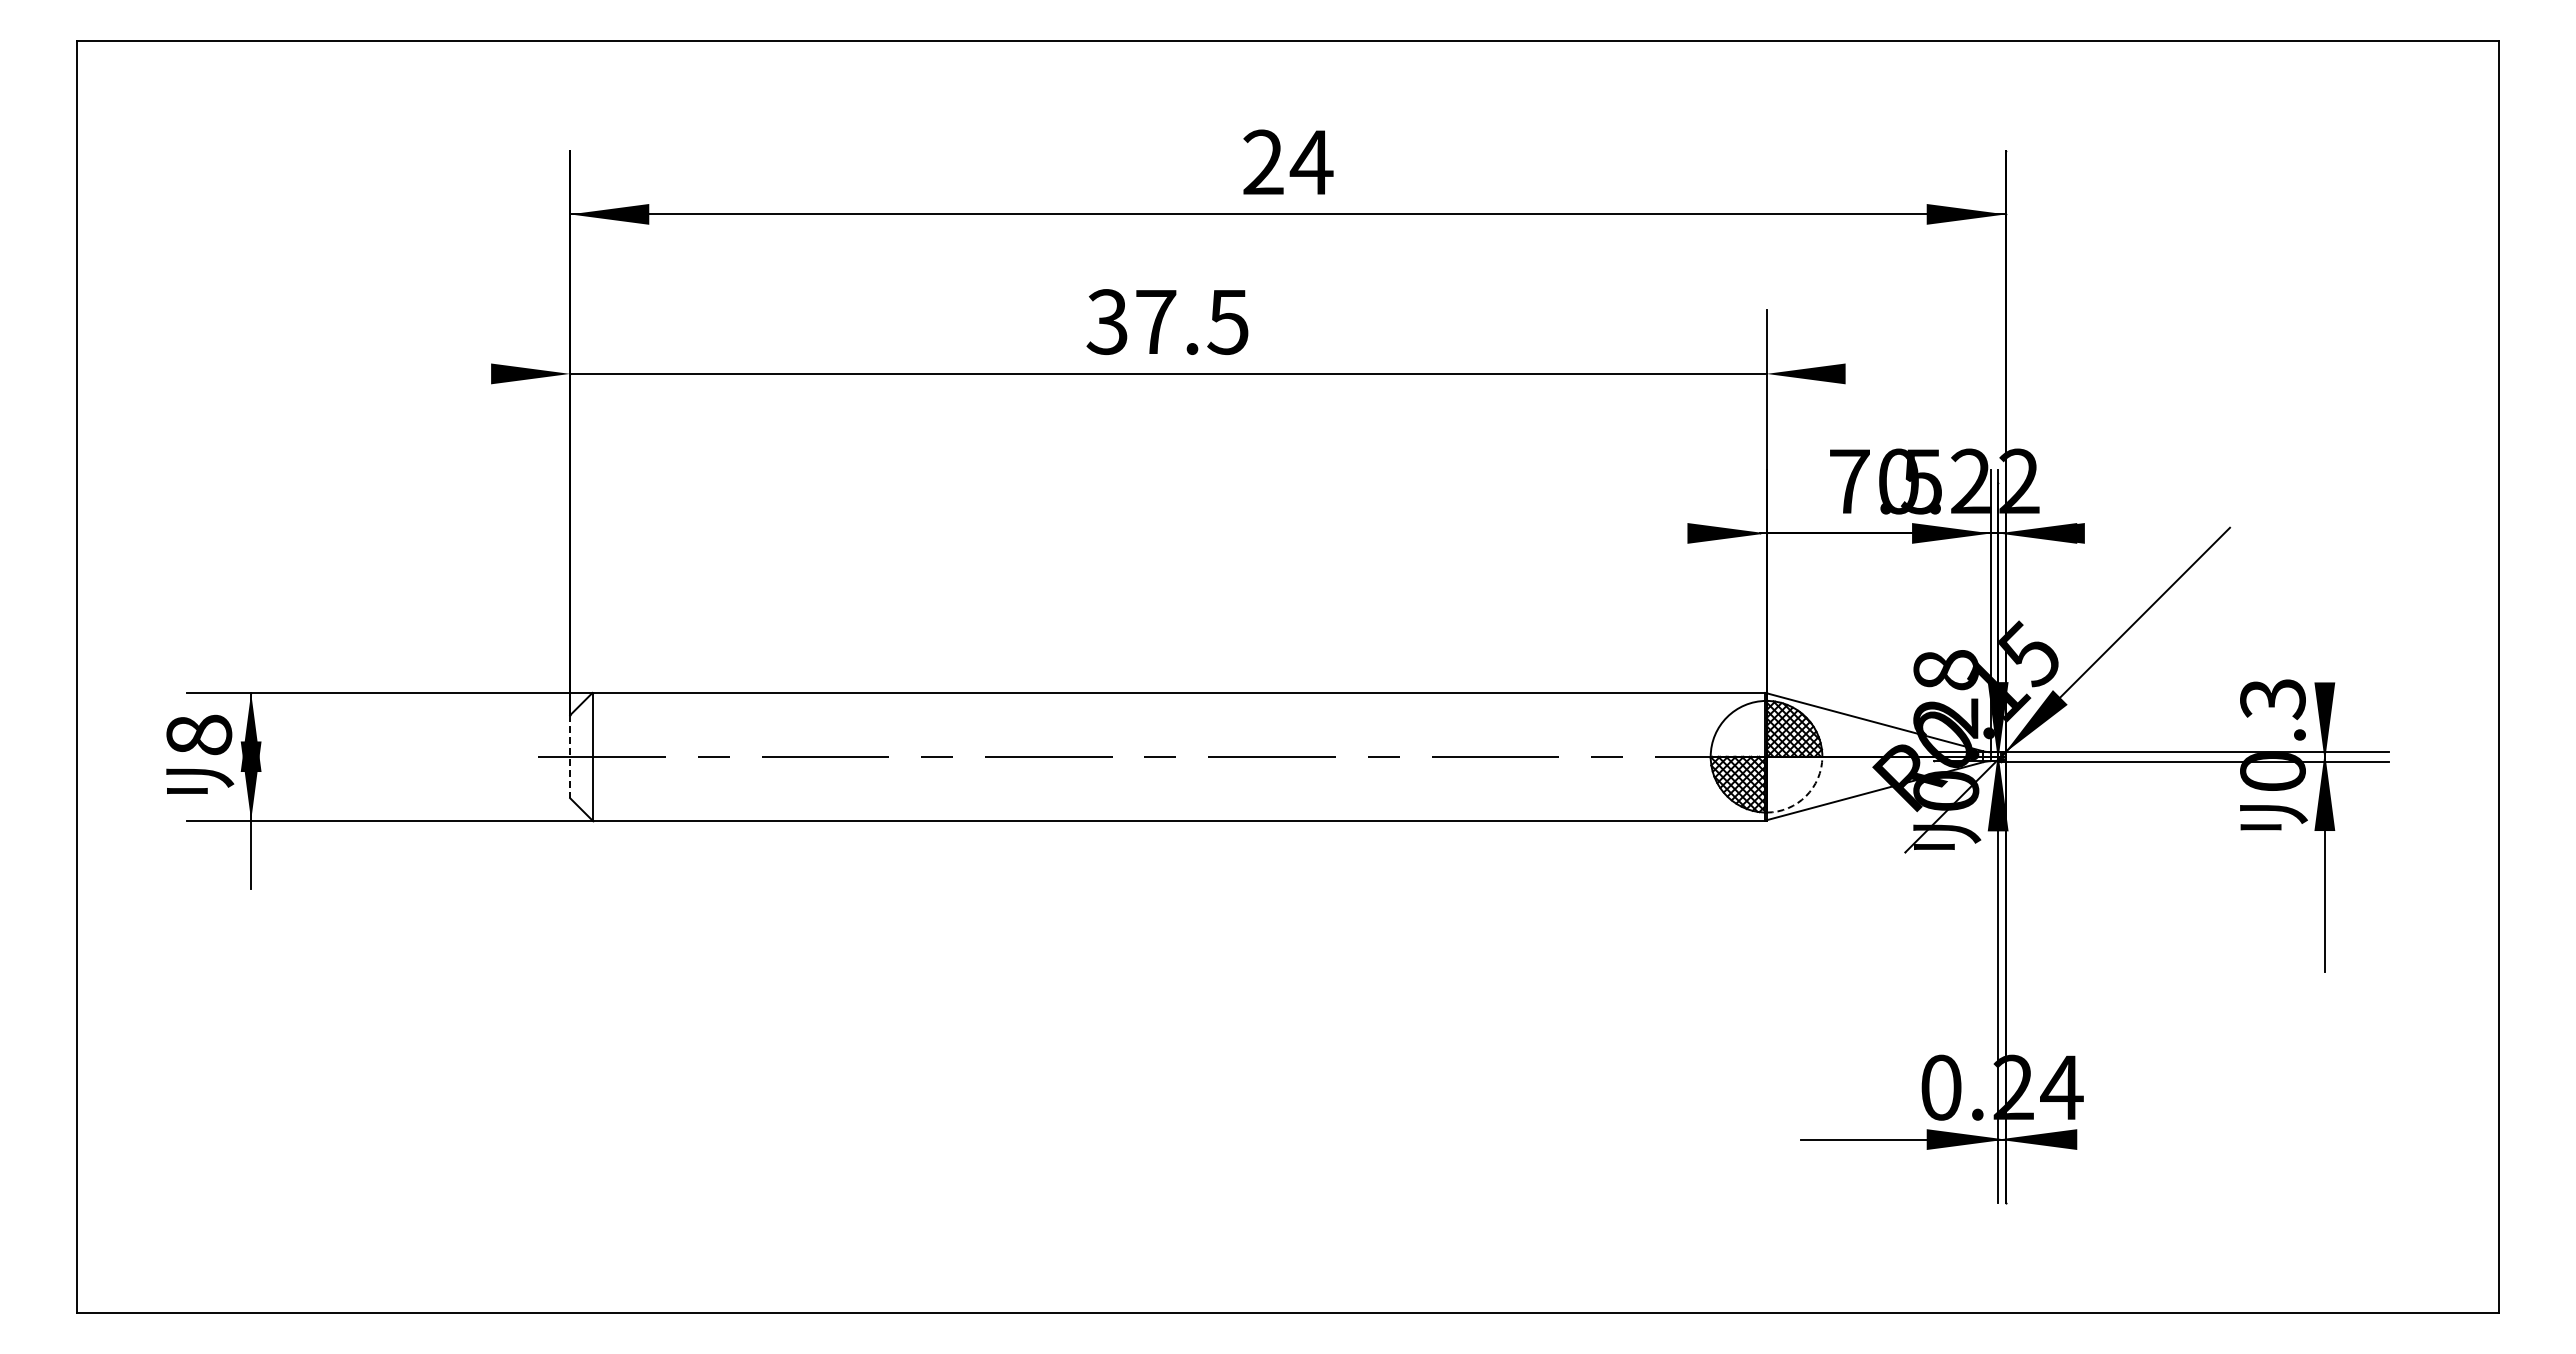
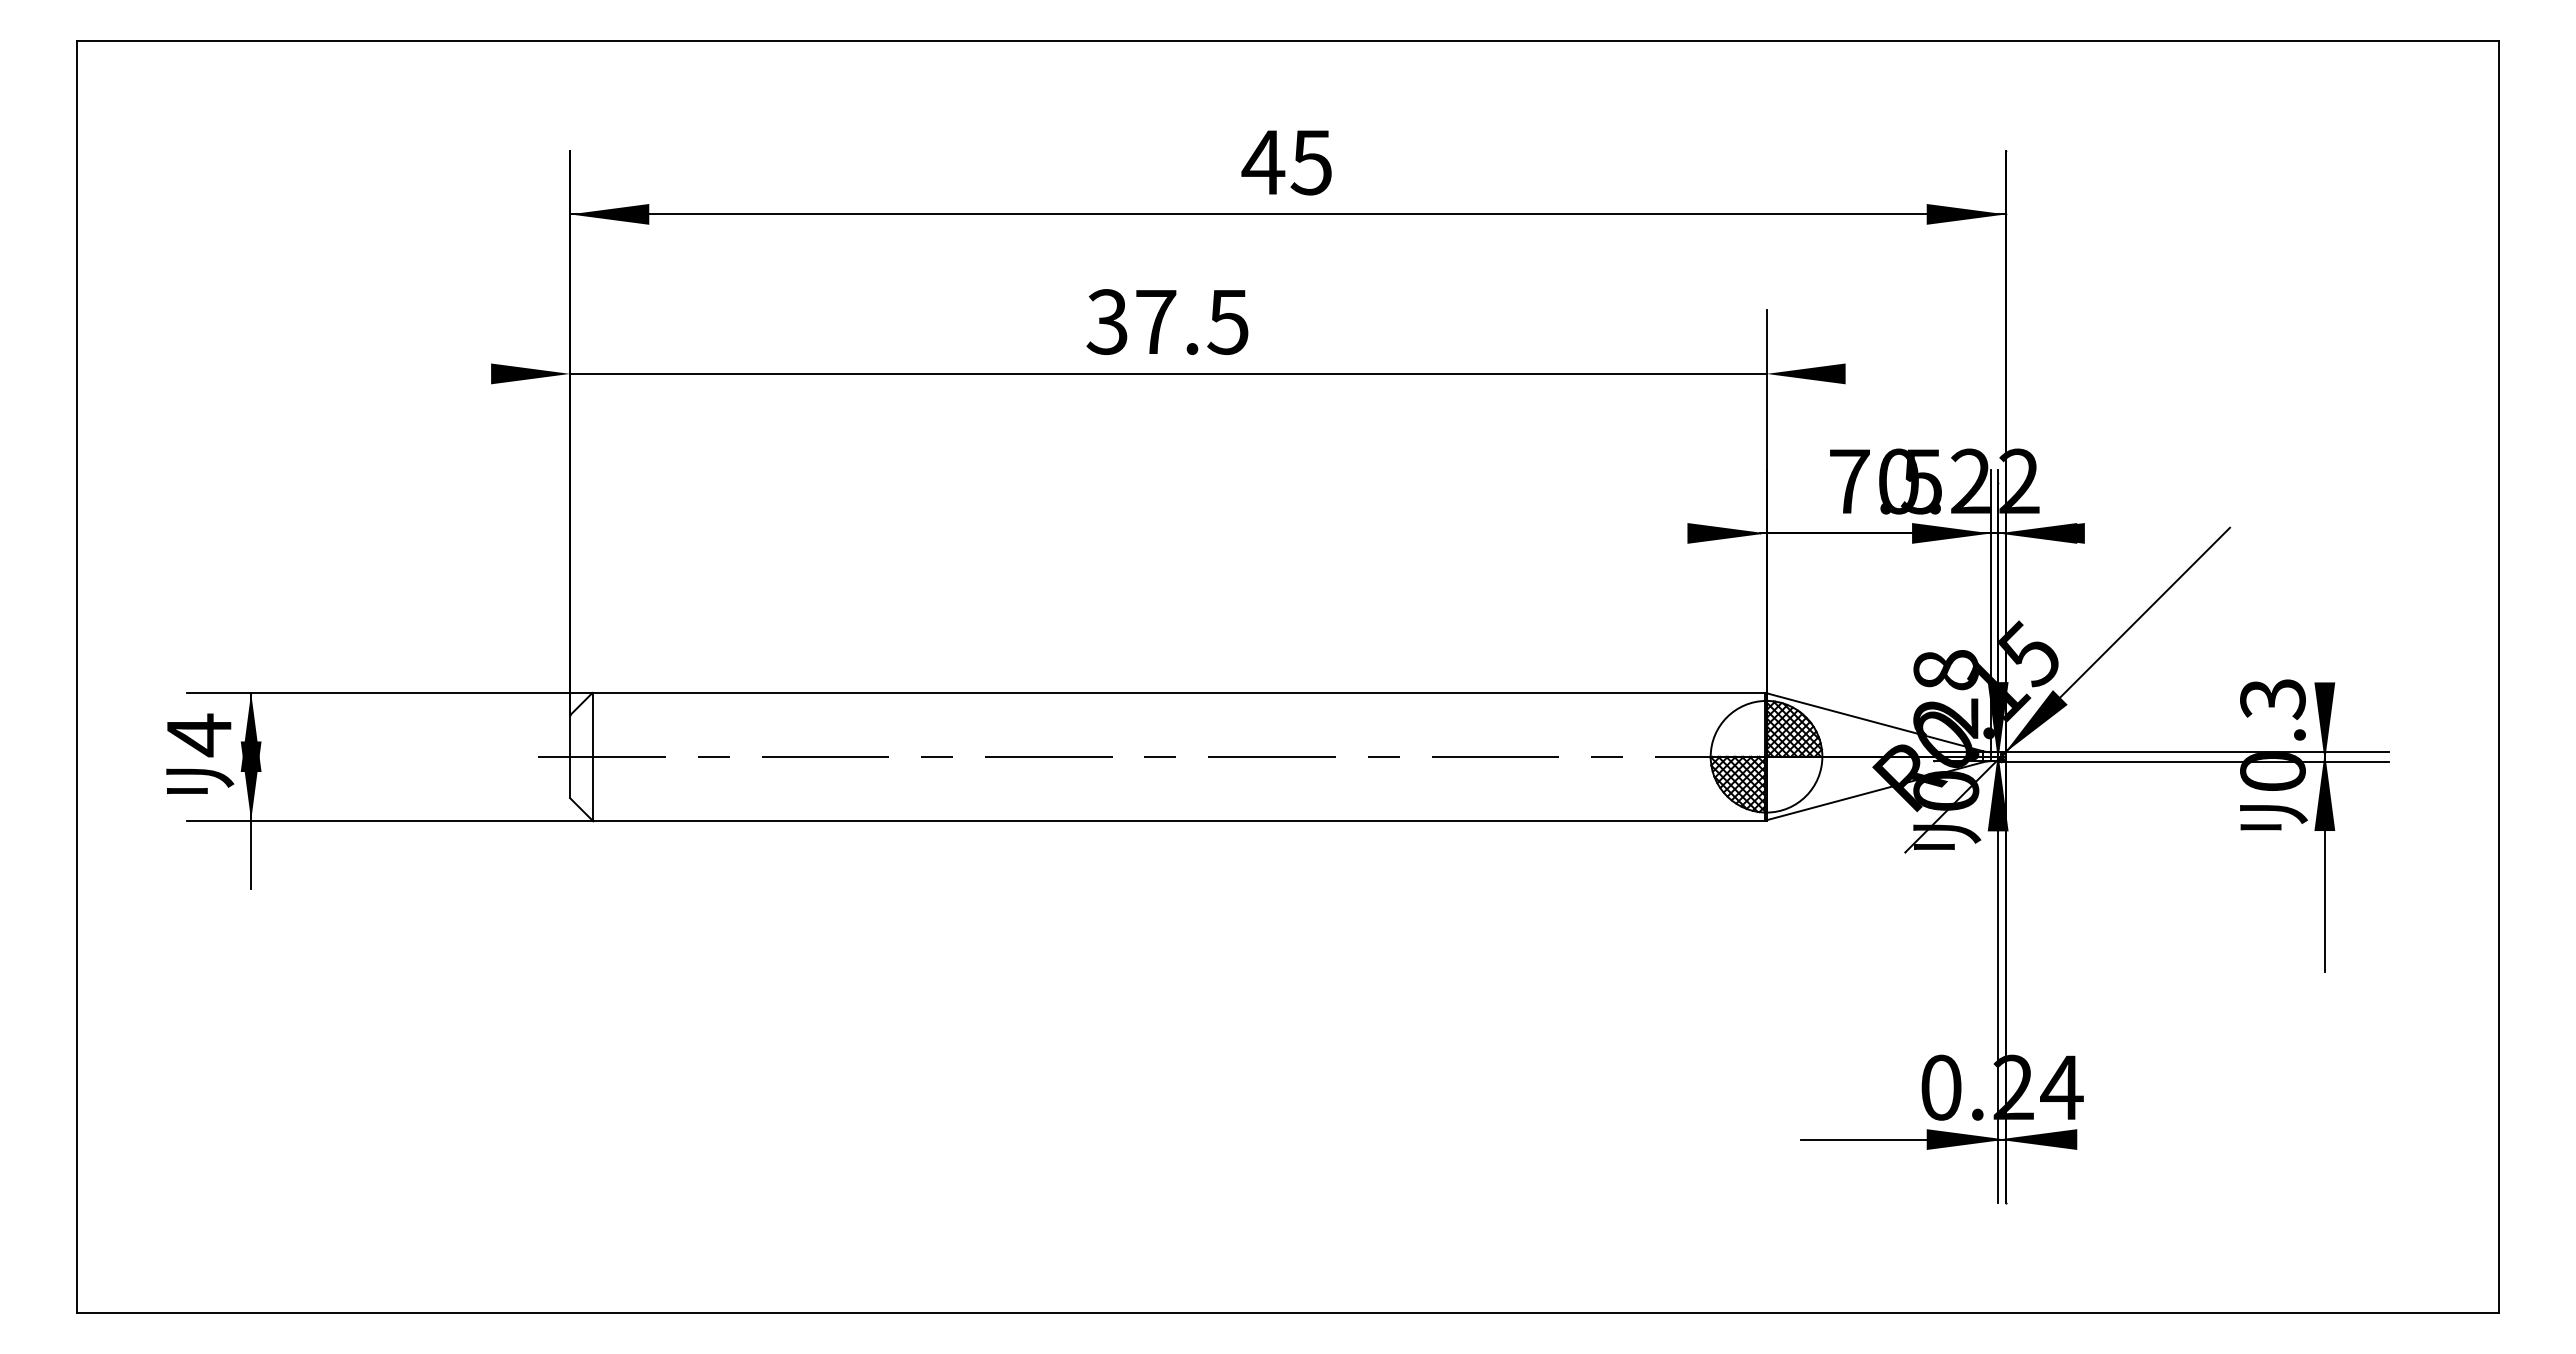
text at (1287, 162): 24 -> 45
text at (199, 735): 8 -> 4
line at (570, 757): dashed -> solid
arc at (1806, 796): dashed -> solid
